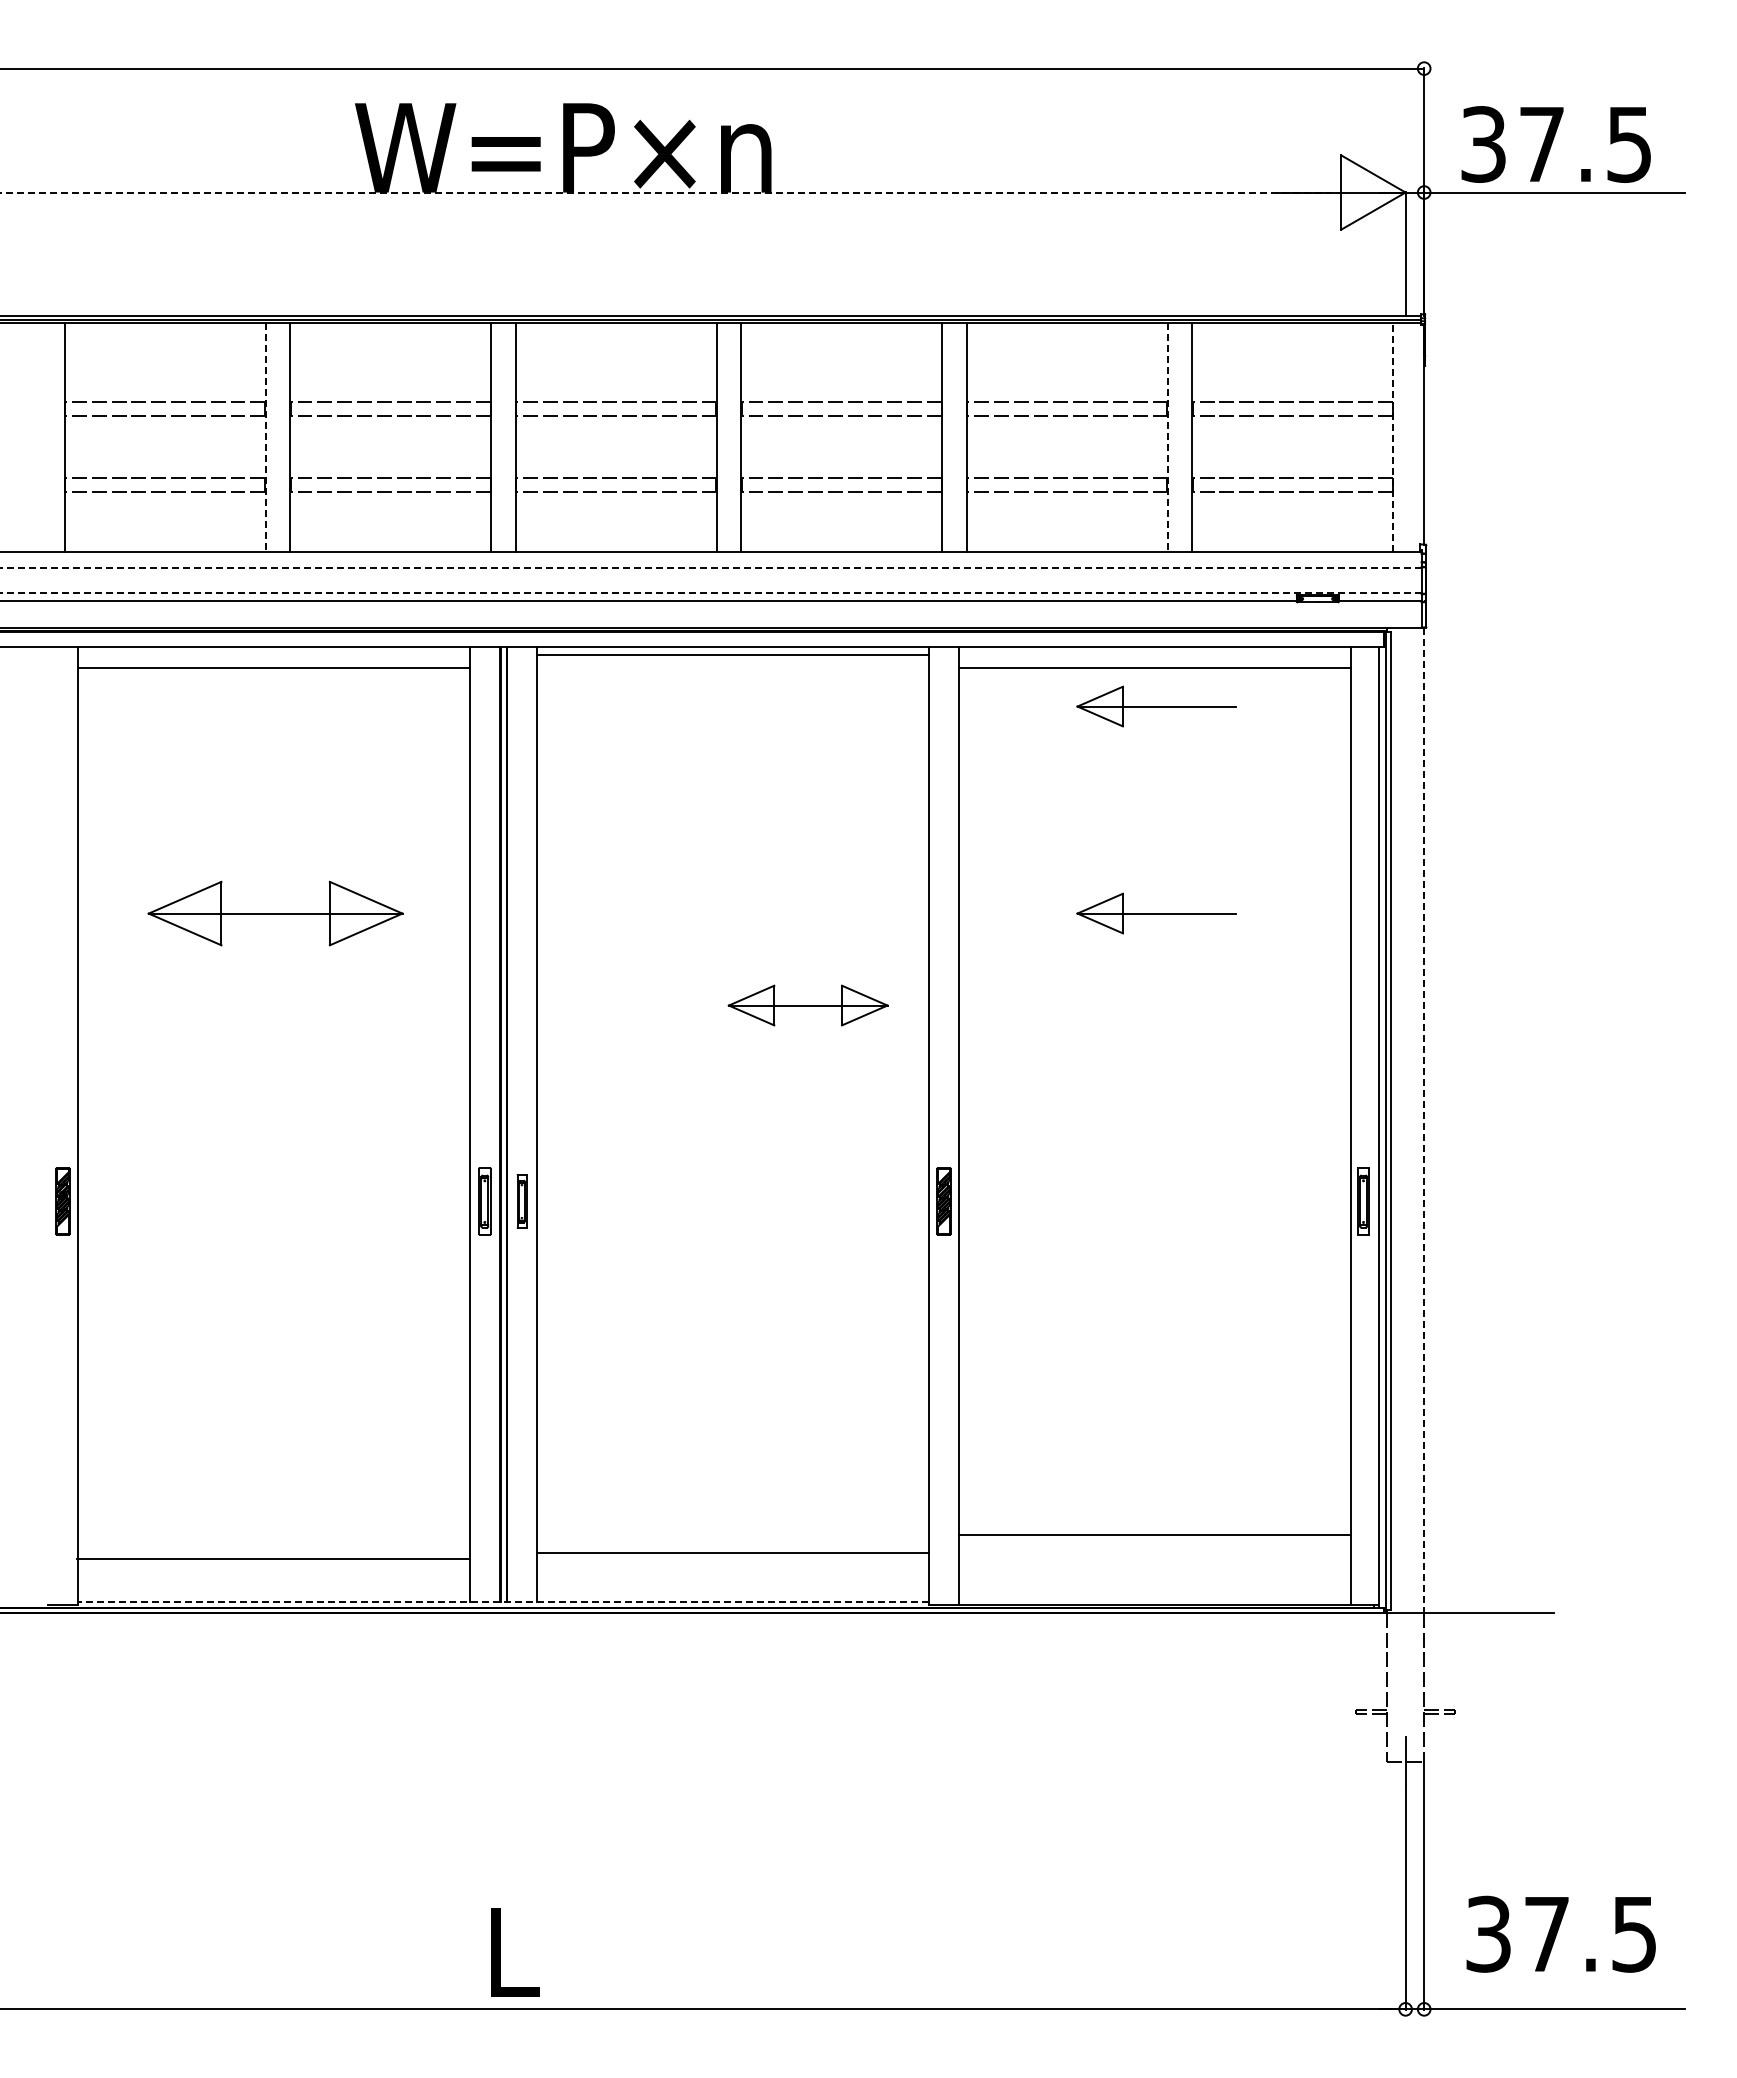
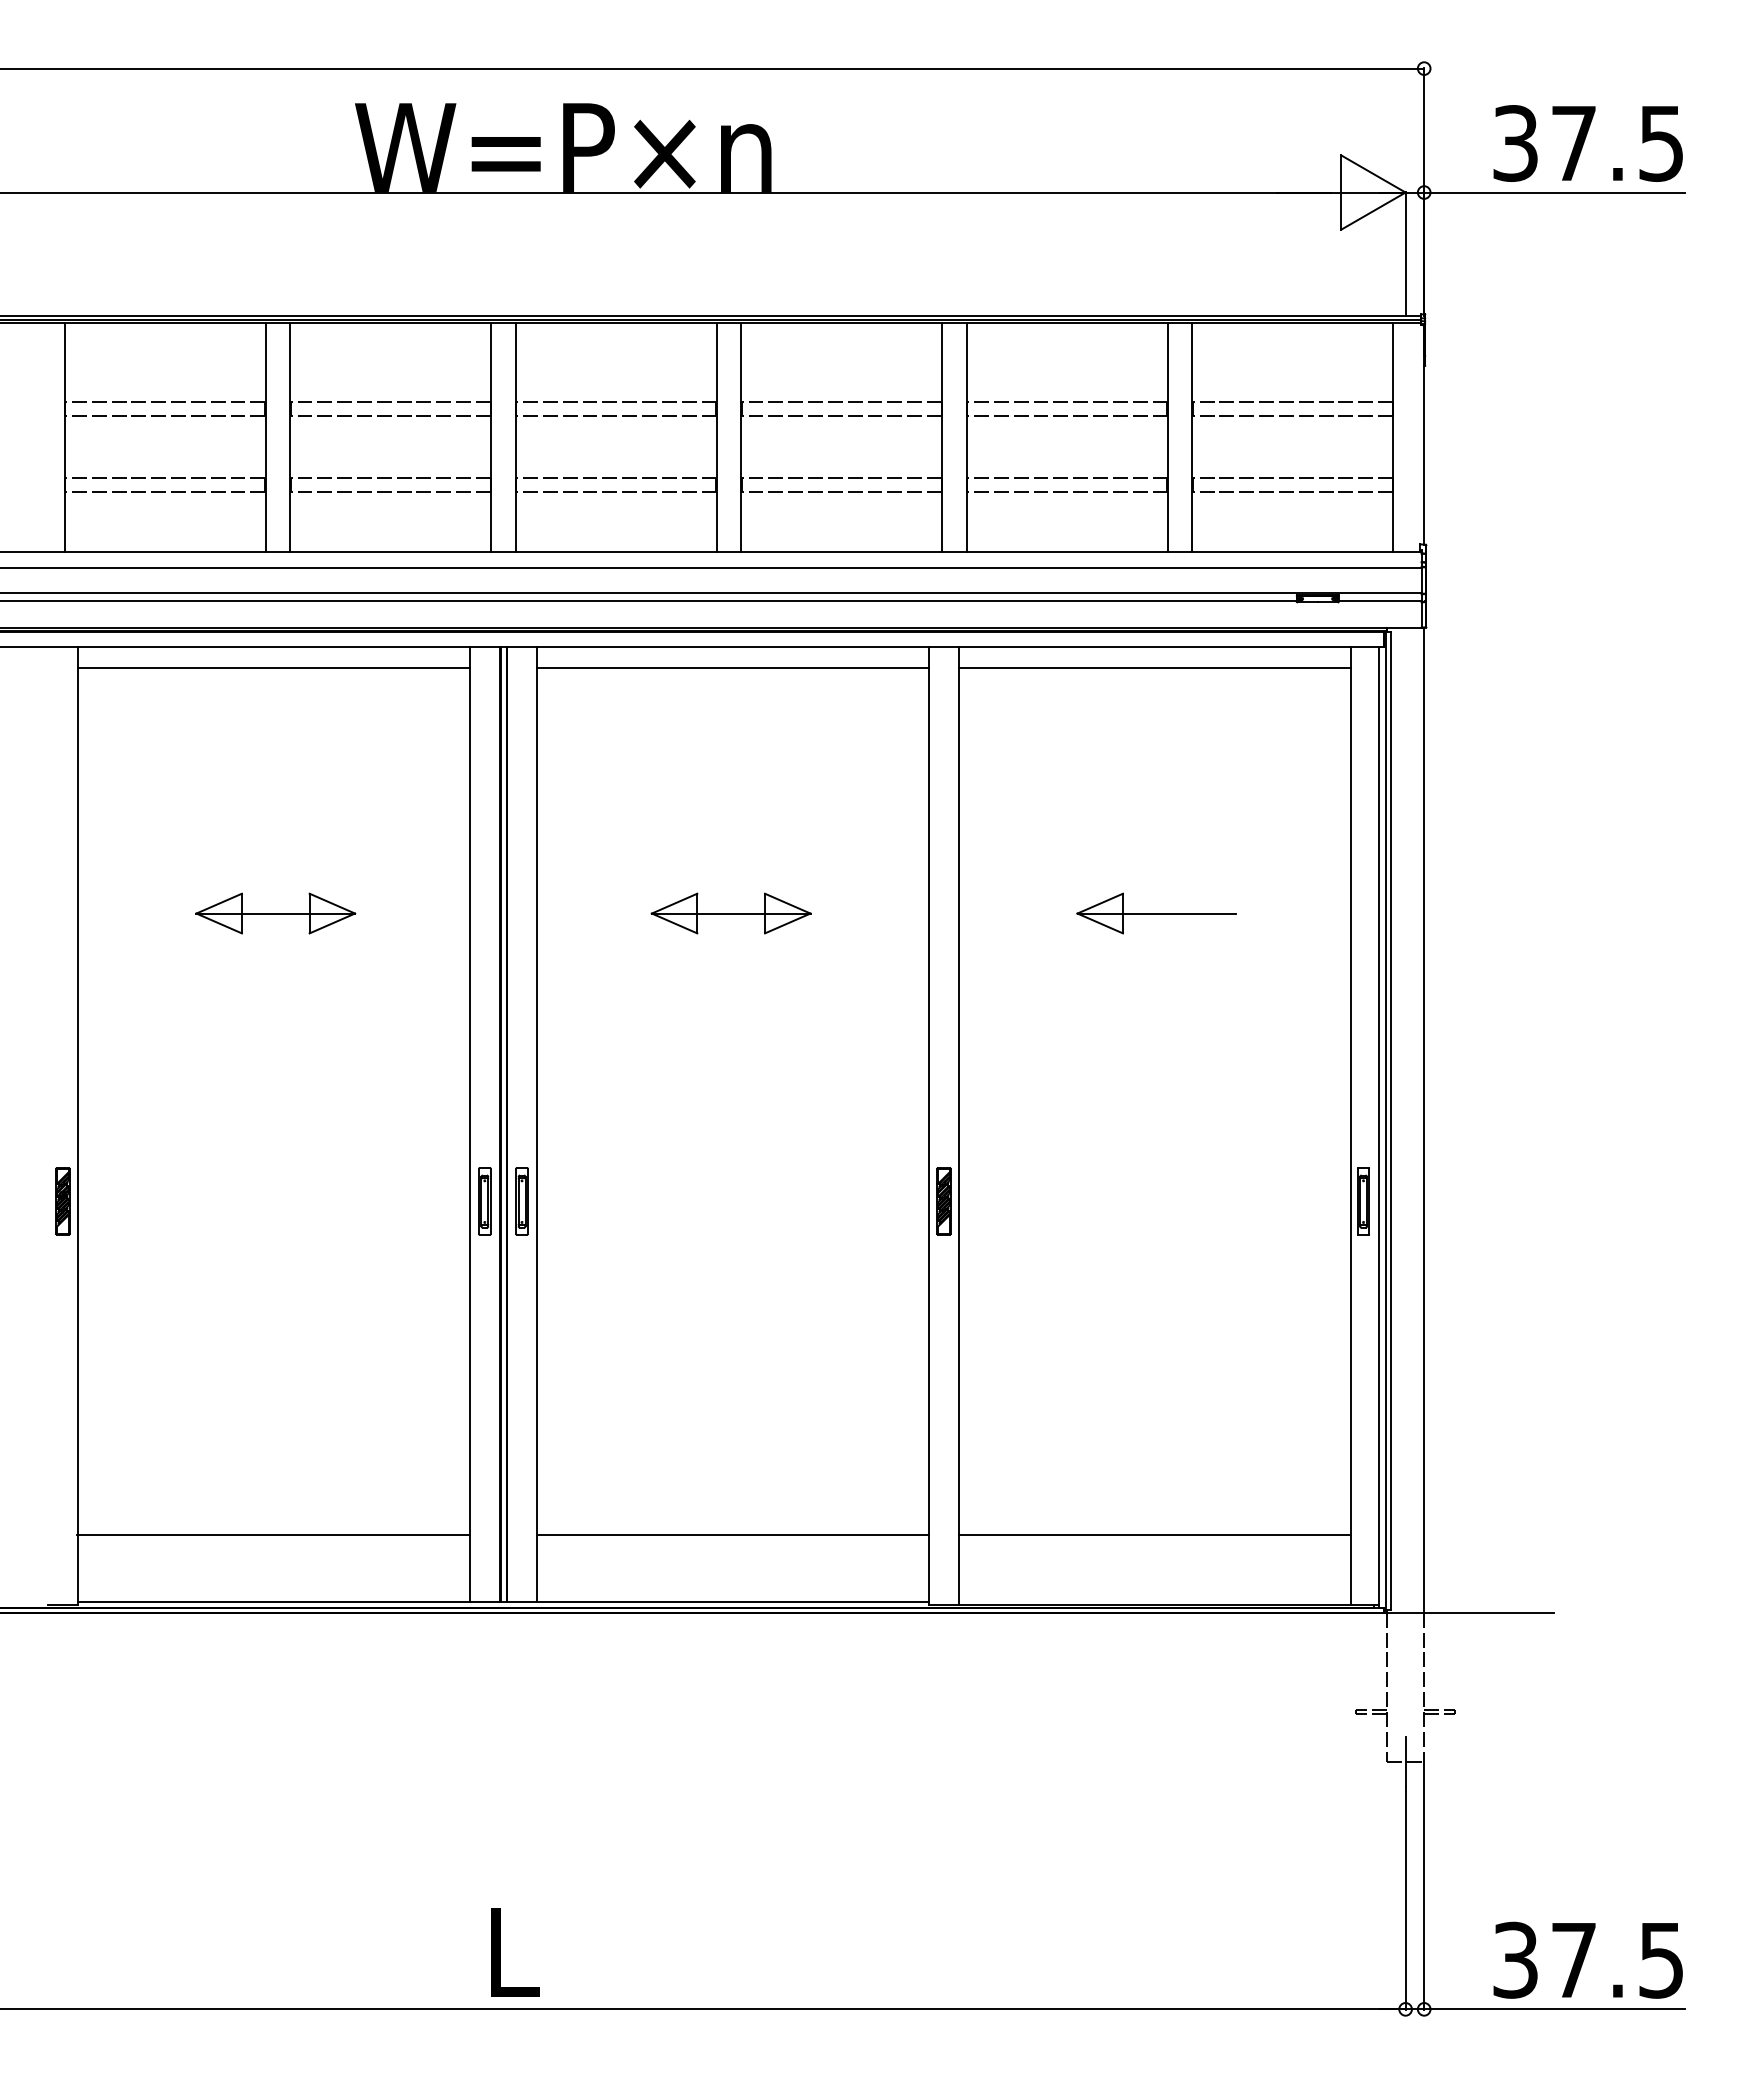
text at (1555, 144) position: (1555, 144) -> (1587, 143)
line at (666, 192): dashed -> solid
line at (265, 437): dashed -> solid
line at (1167, 437): dashed -> solid
line at (1393, 437): dashed -> solid
line at (710, 568): dashed -> solid
line at (710, 593): dashed -> solid
line at (732, 654) position: (732, 654) -> (732, 667)
part at (1156, 706): present -> none
part at (275, 913) size: 257x67 px -> 162x43 px
part at (807, 1005) position: (807, 1005) -> (730, 913)
line at (1424, 1120): dashed -> solid
part at (521, 1201) size: 12x55 px -> 14x69 px
line at (732, 1552) position: (732, 1552) -> (732, 1534)
line at (273, 1558) position: (273, 1558) -> (273, 1534)
line at (503, 1601): dashed -> solid
text at (1560, 1933) position: (1560, 1933) -> (1587, 1959)
